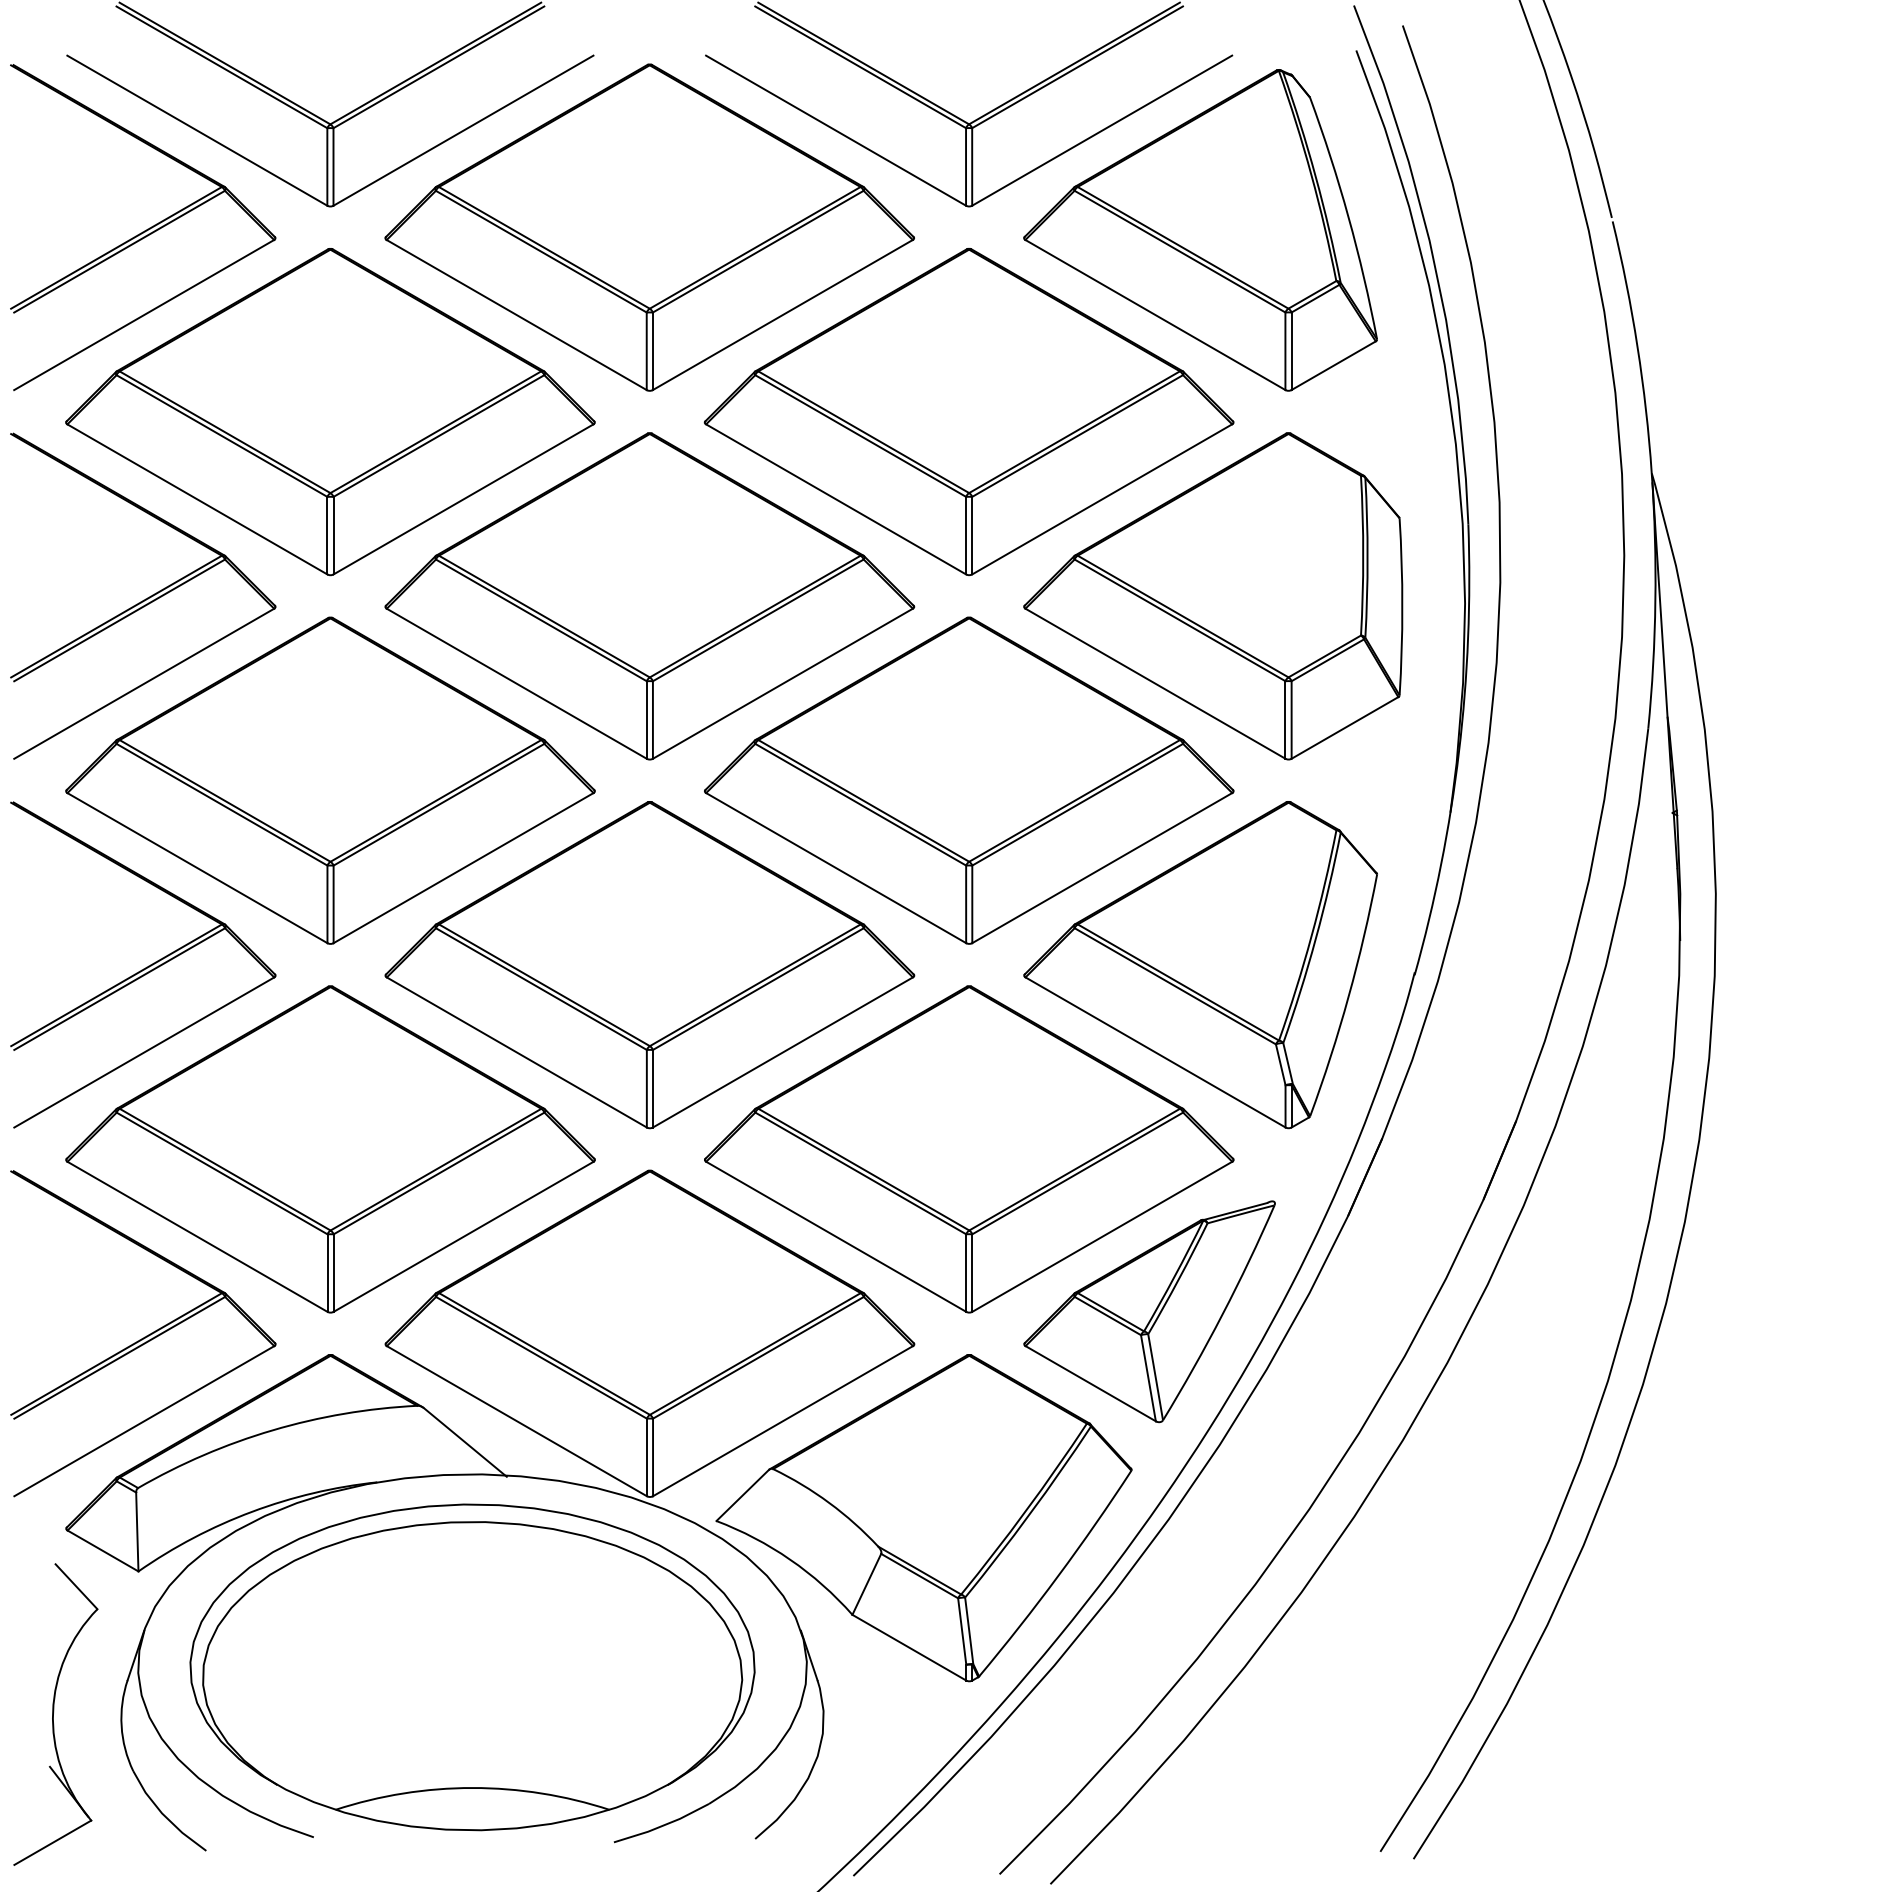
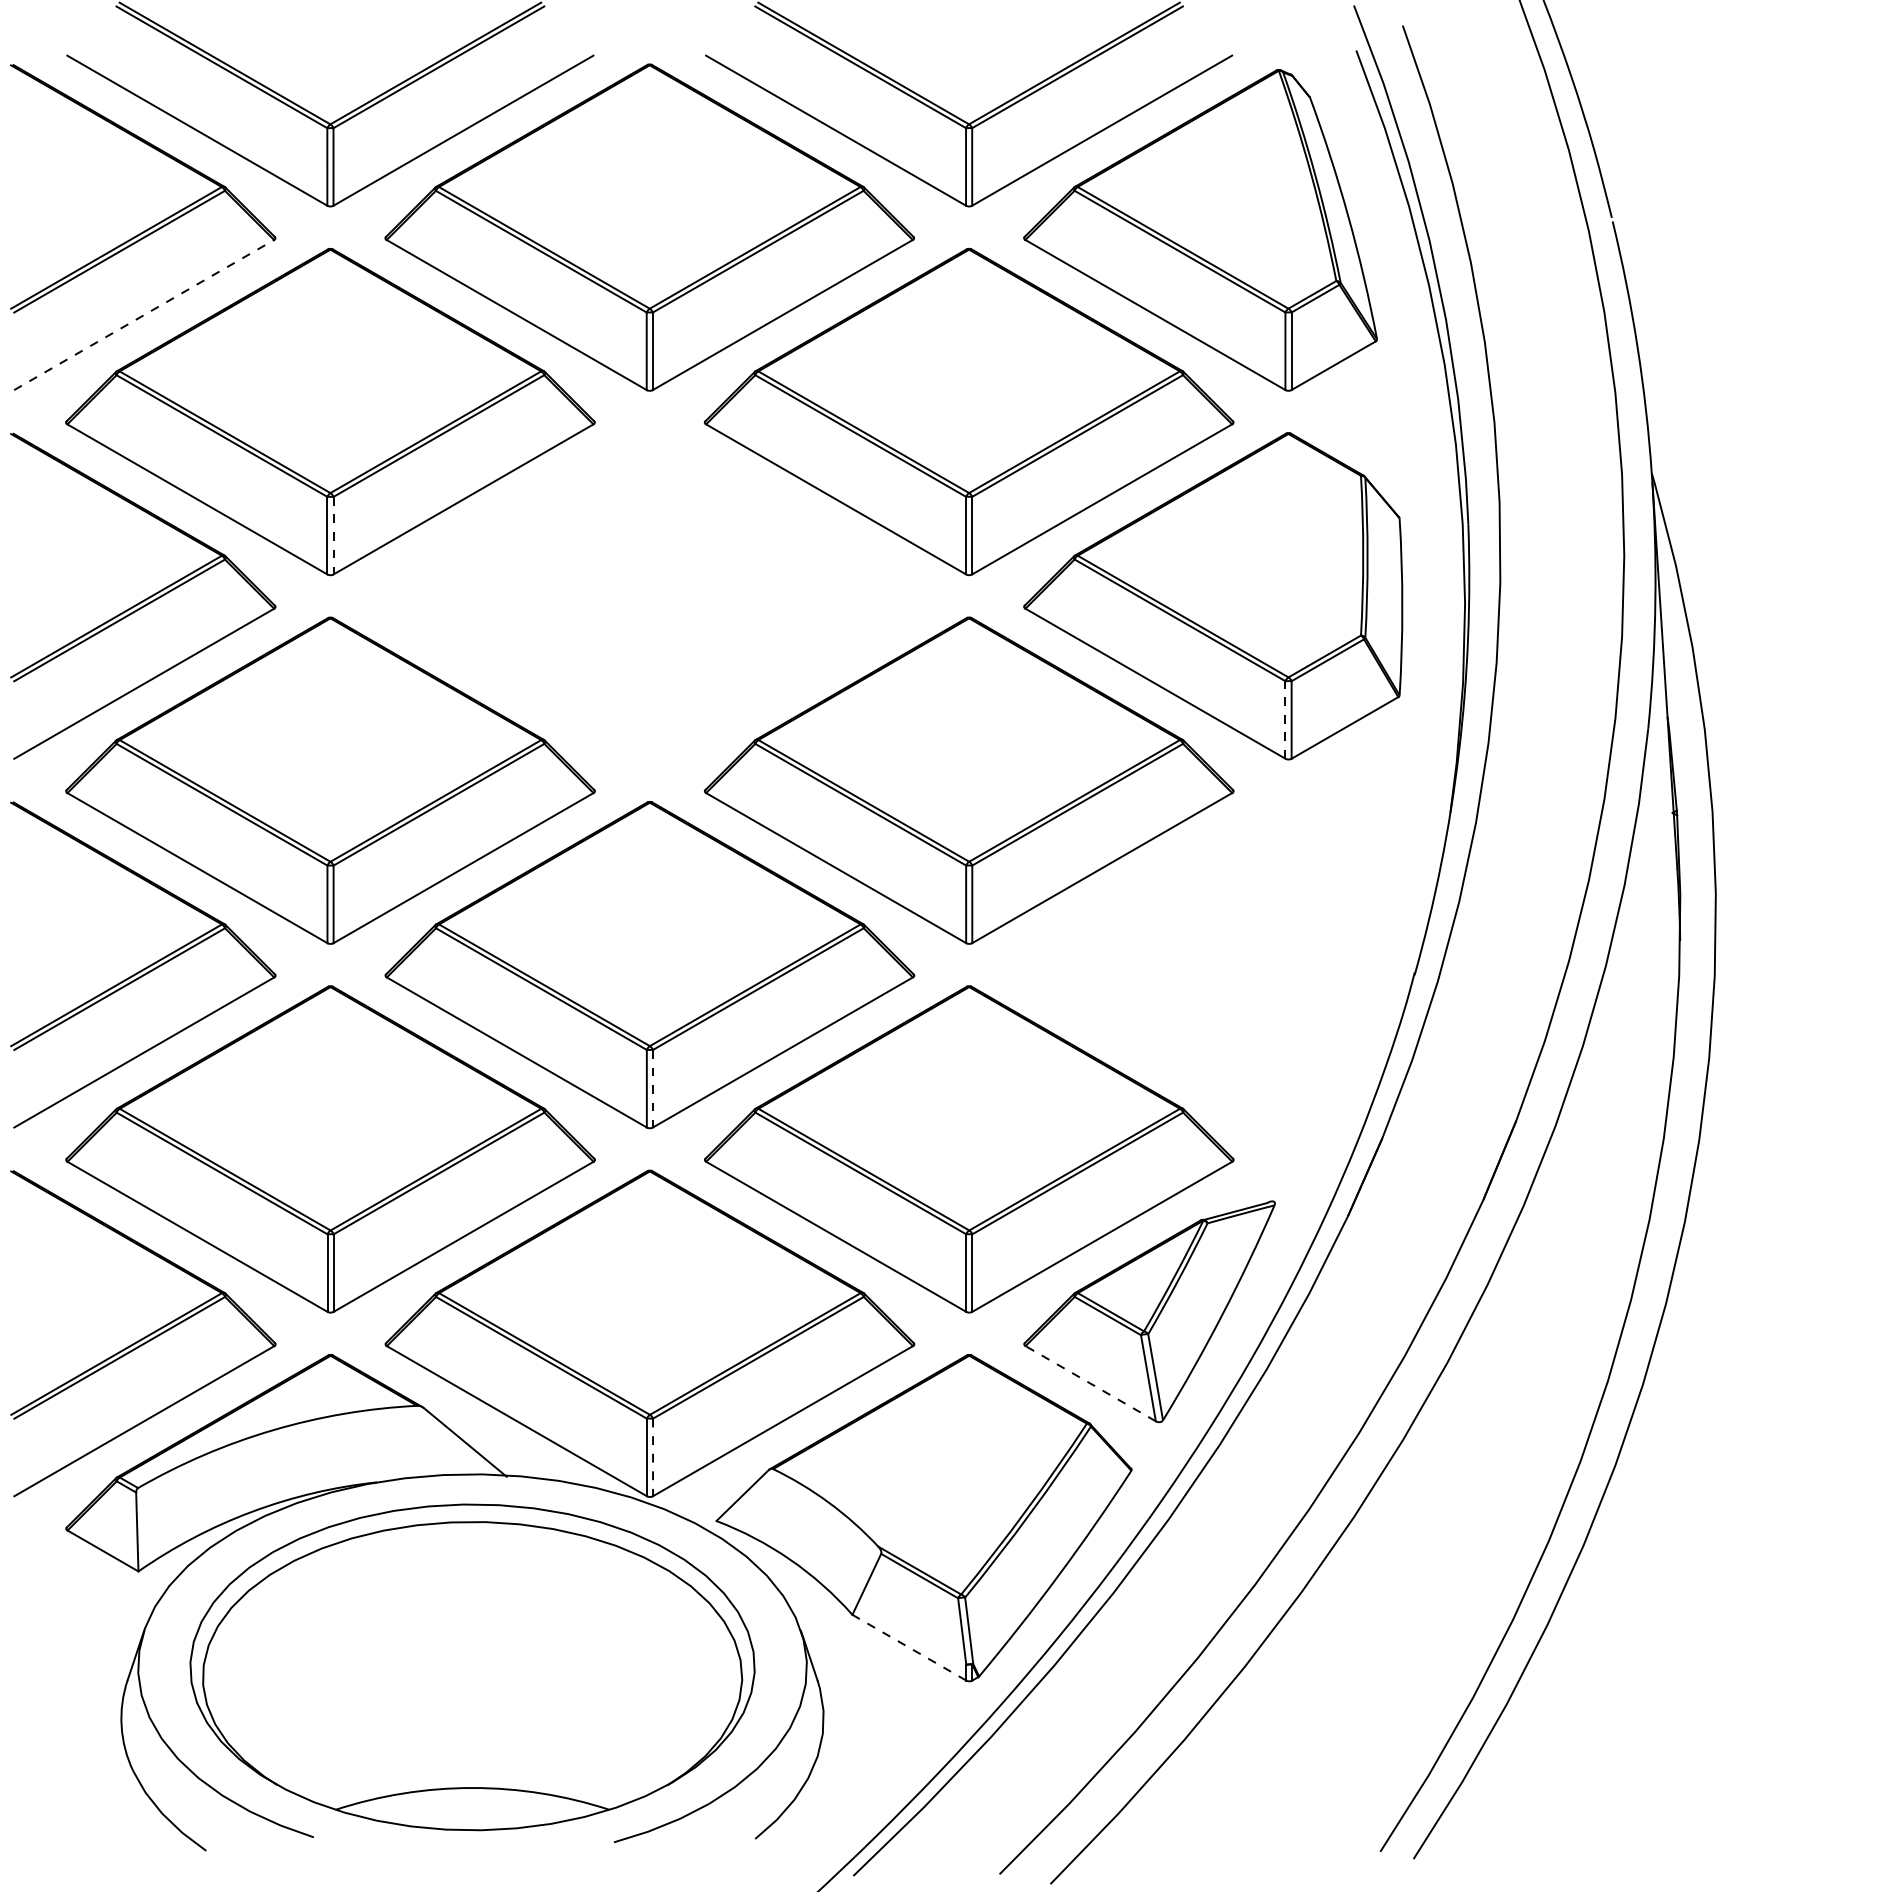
line at (144, 314): solid -> dashed
line at (333, 535): solid -> dashed
part at (649, 596): present -> none
line at (1285, 719): solid -> dashed
part at (1200, 965): present -> none
line at (652, 1088): solid -> dashed
line at (1090, 1383): solid -> dashed
line at (653, 1457): solid -> dashed
line at (909, 1647): solid -> dashed
part at (55, 1714): present -> none
